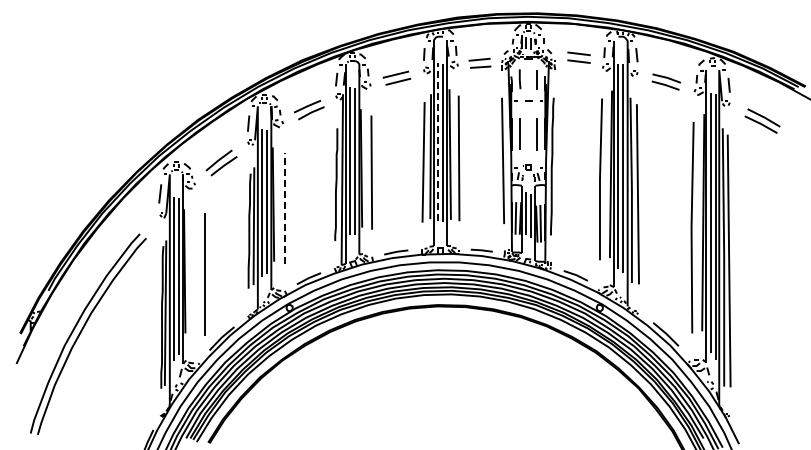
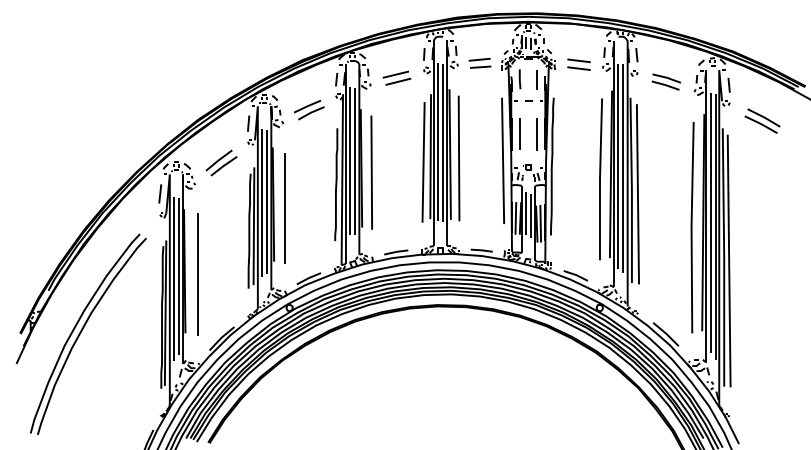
part at (578, 57) position: (578, 57) -> (578, 64)
line at (438, 141): dashed -> solid
line at (284, 207): dashed -> solid
line at (204, 274) position: (204, 274) -> (197, 274)
